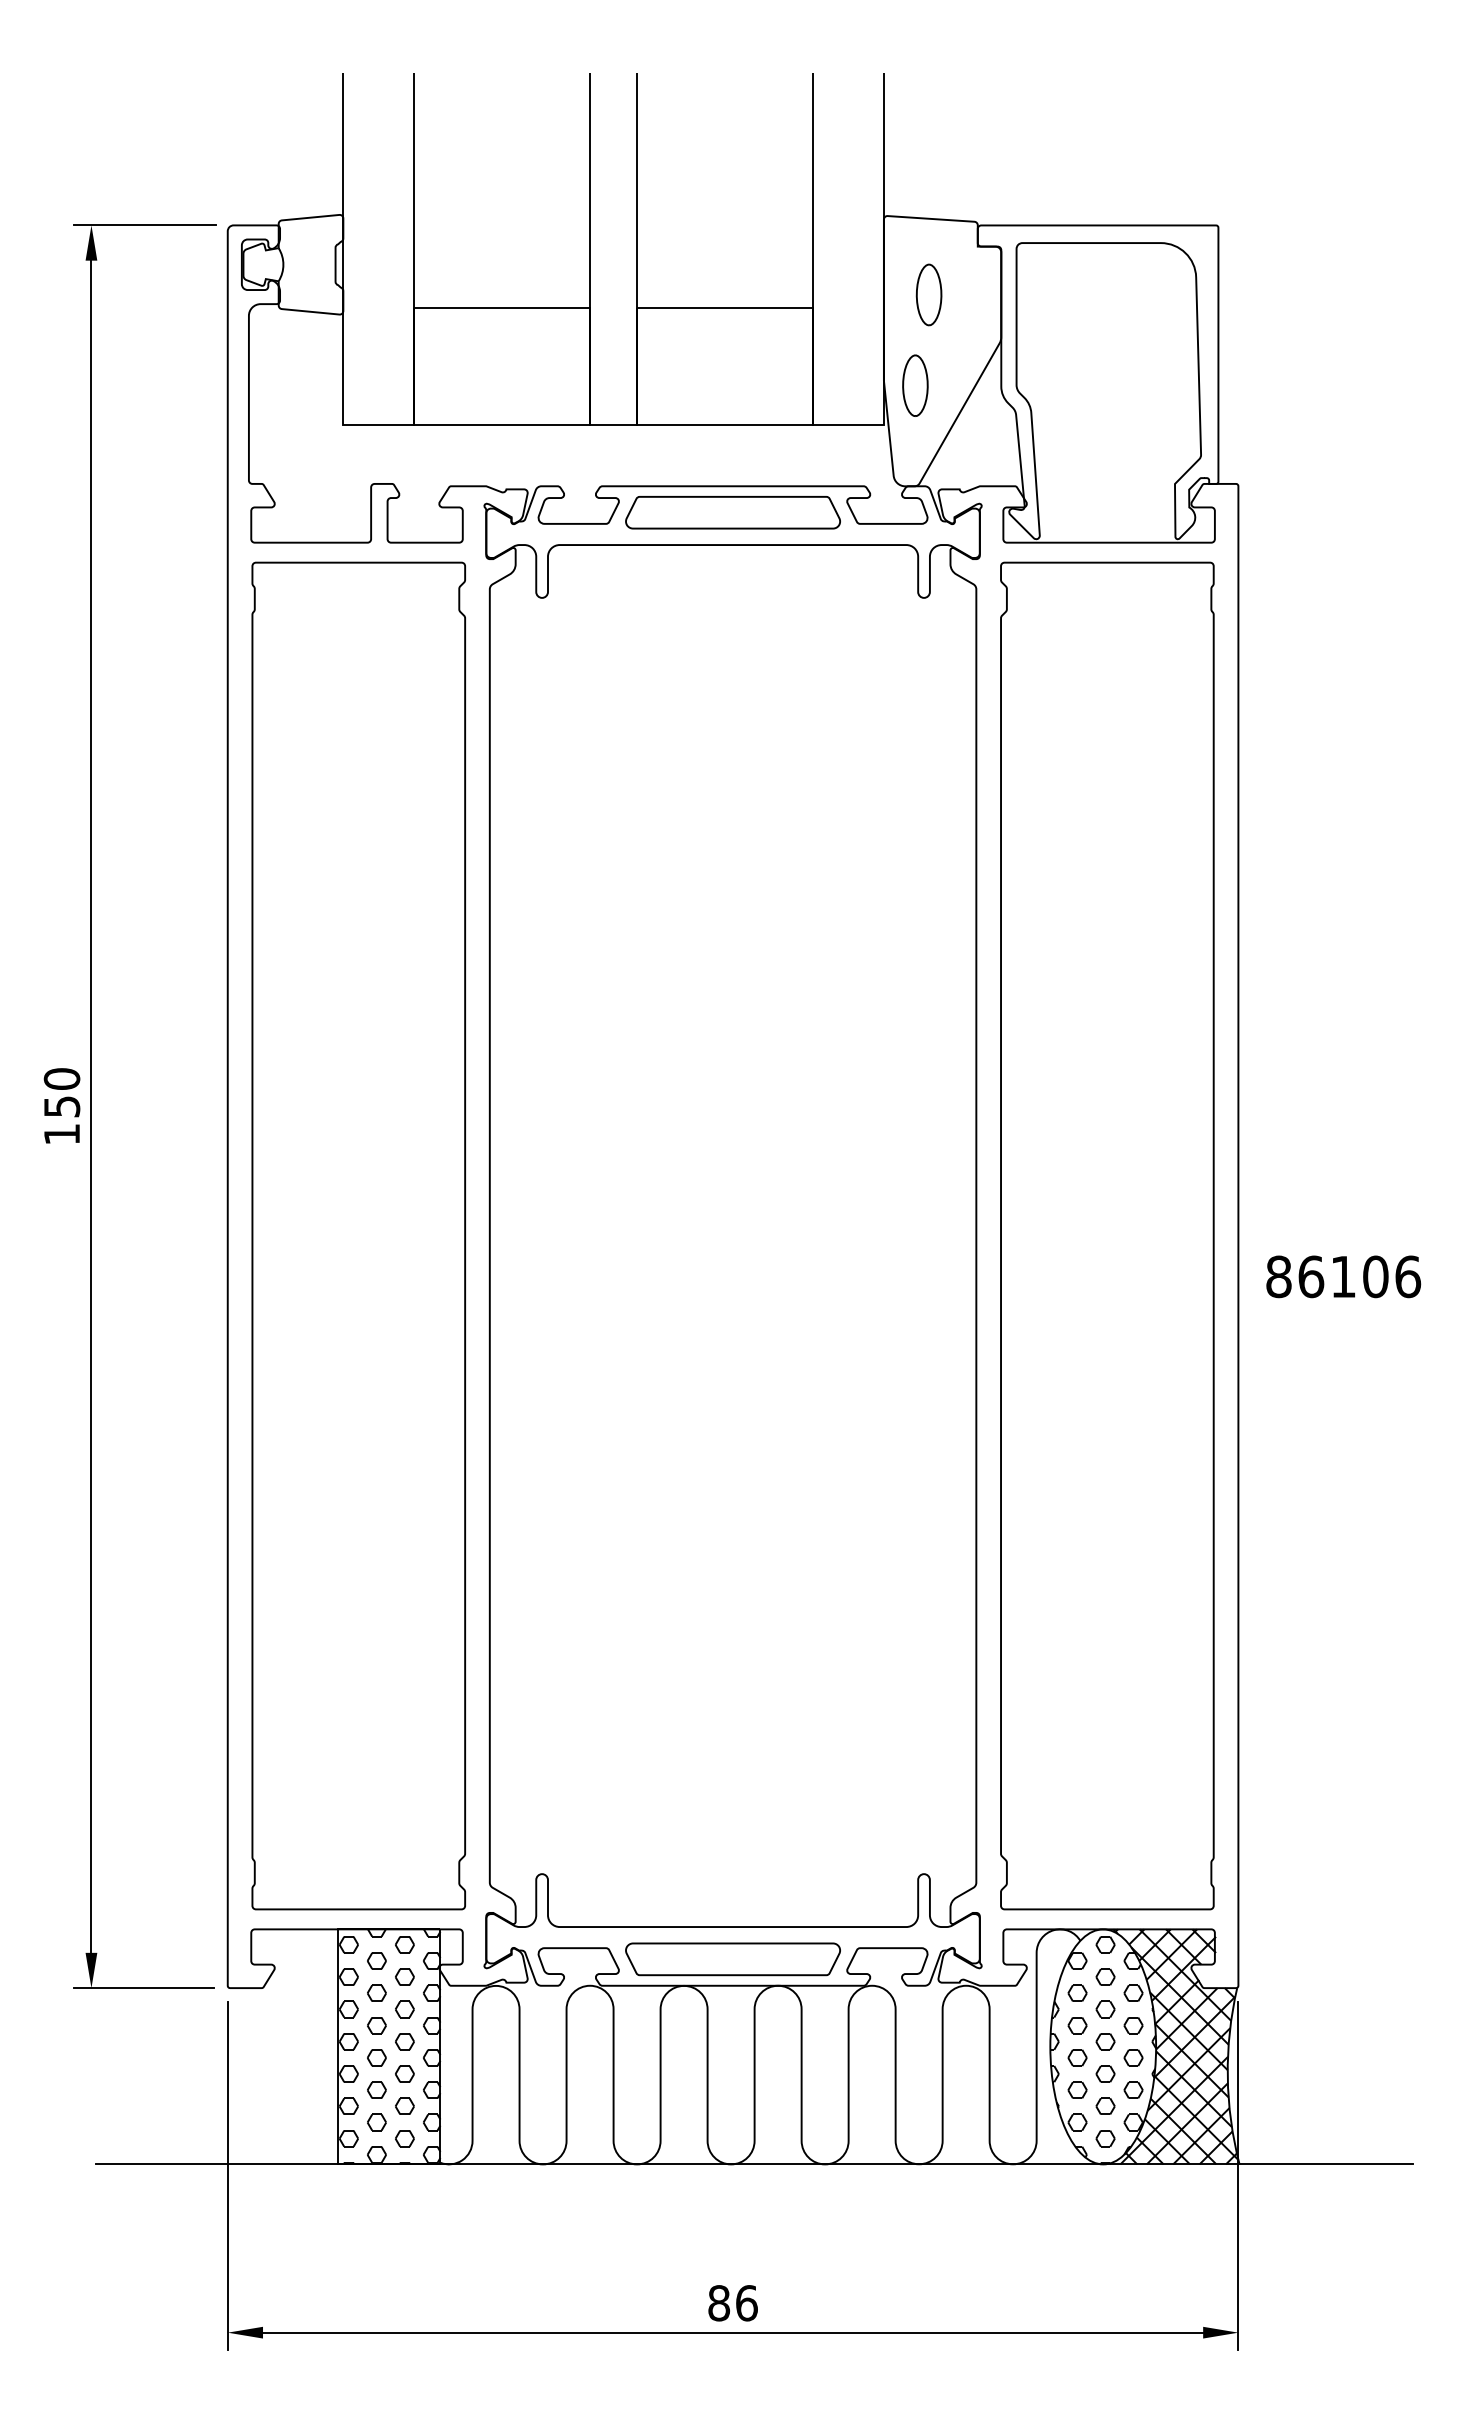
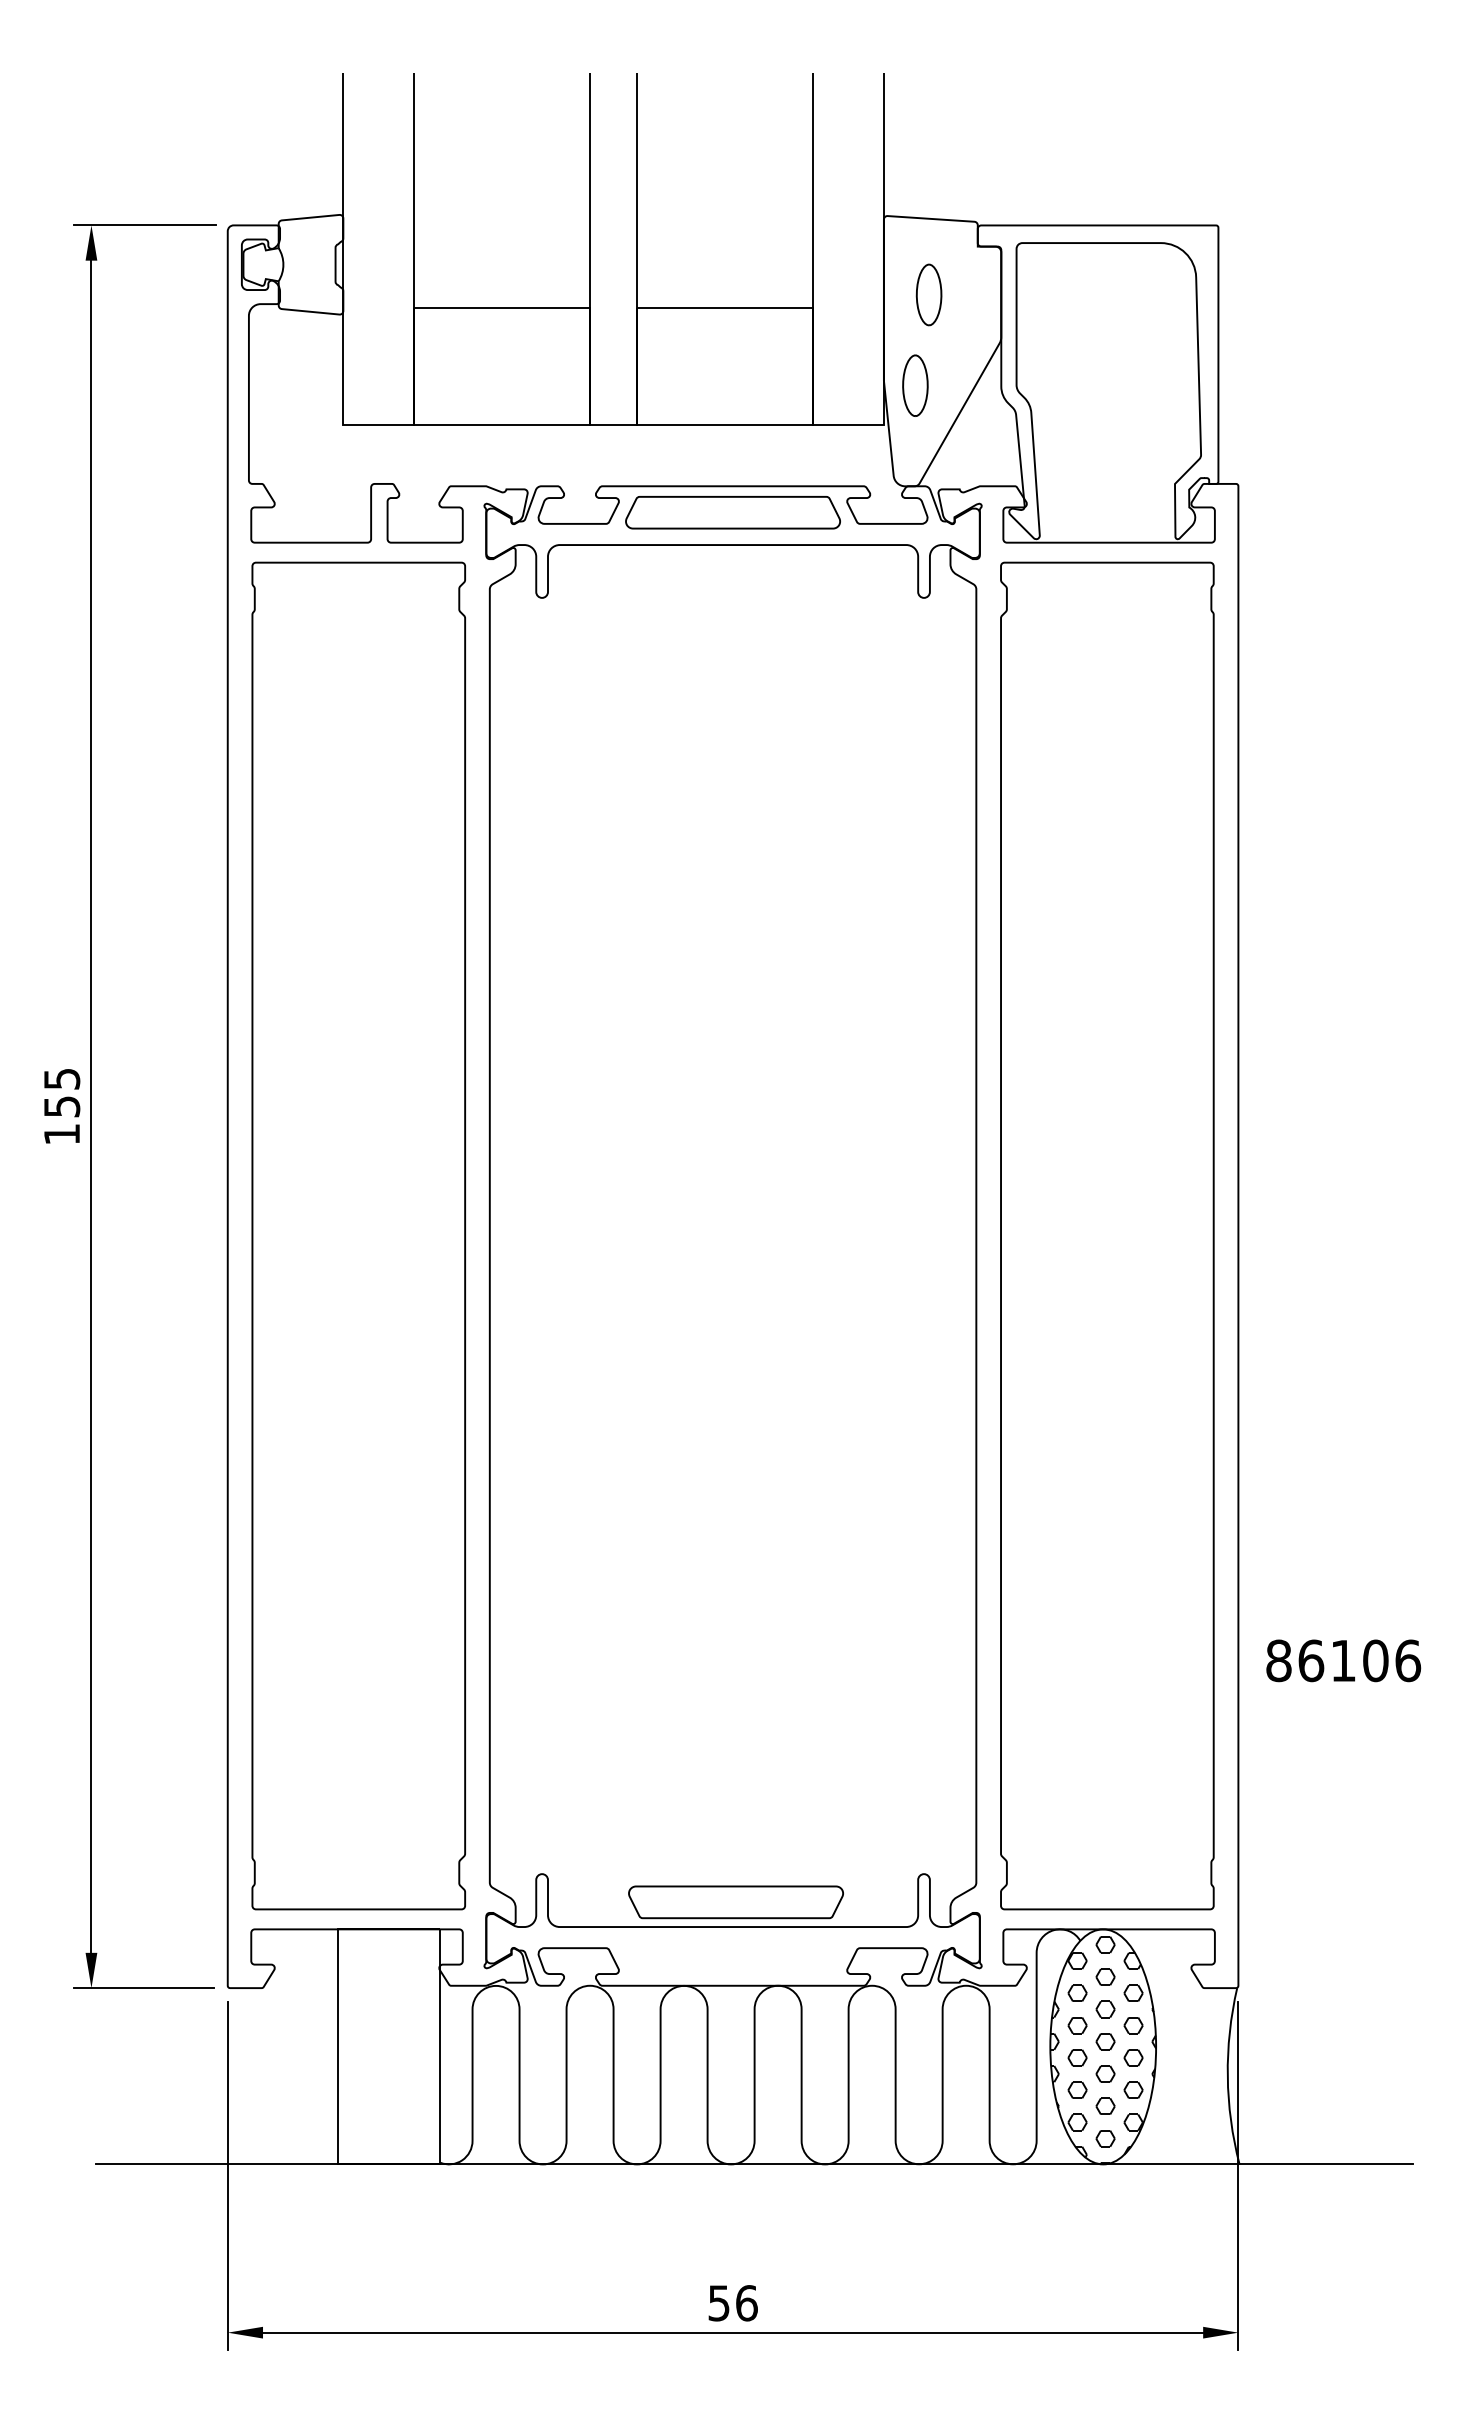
text at (61, 1078): 150 -> 155
text at (1343, 1276) position: (1343, 1276) -> (1343, 1660)
curve at (732, 1944) position: (732, 1944) -> (735, 1887)
hatch at (389, 2046): present -> none
hatch at (1173, 2046): present -> none
text at (719, 2303): 86 -> 56
